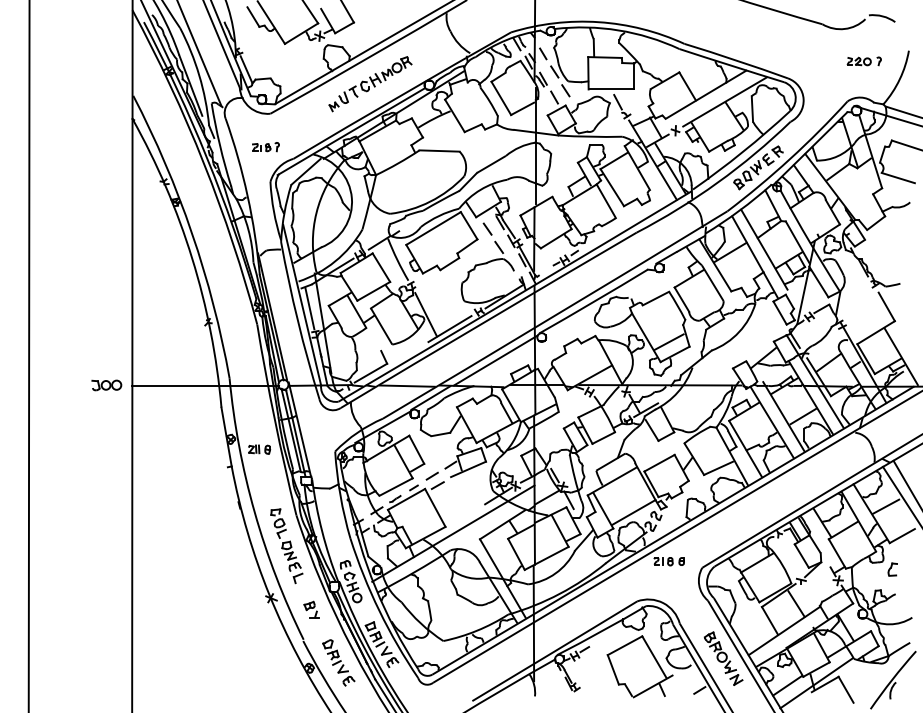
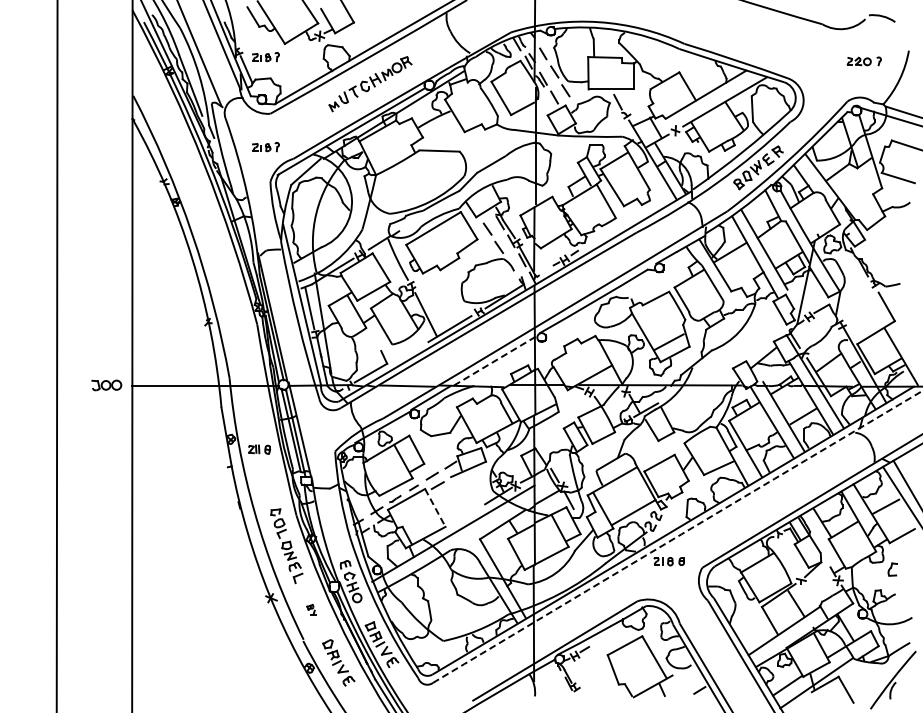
part at (265, 57): none -> present
line at (28, 355) position: (28, 355) -> (56, 355)
line at (495, 360): solid -> dashed
line at (435, 507): solid -> dashed
arc at (678, 536): solid -> dashed
part at (311, 609) size: 17x19 px -> 11x12 px
part at (723, 658): present -> none
